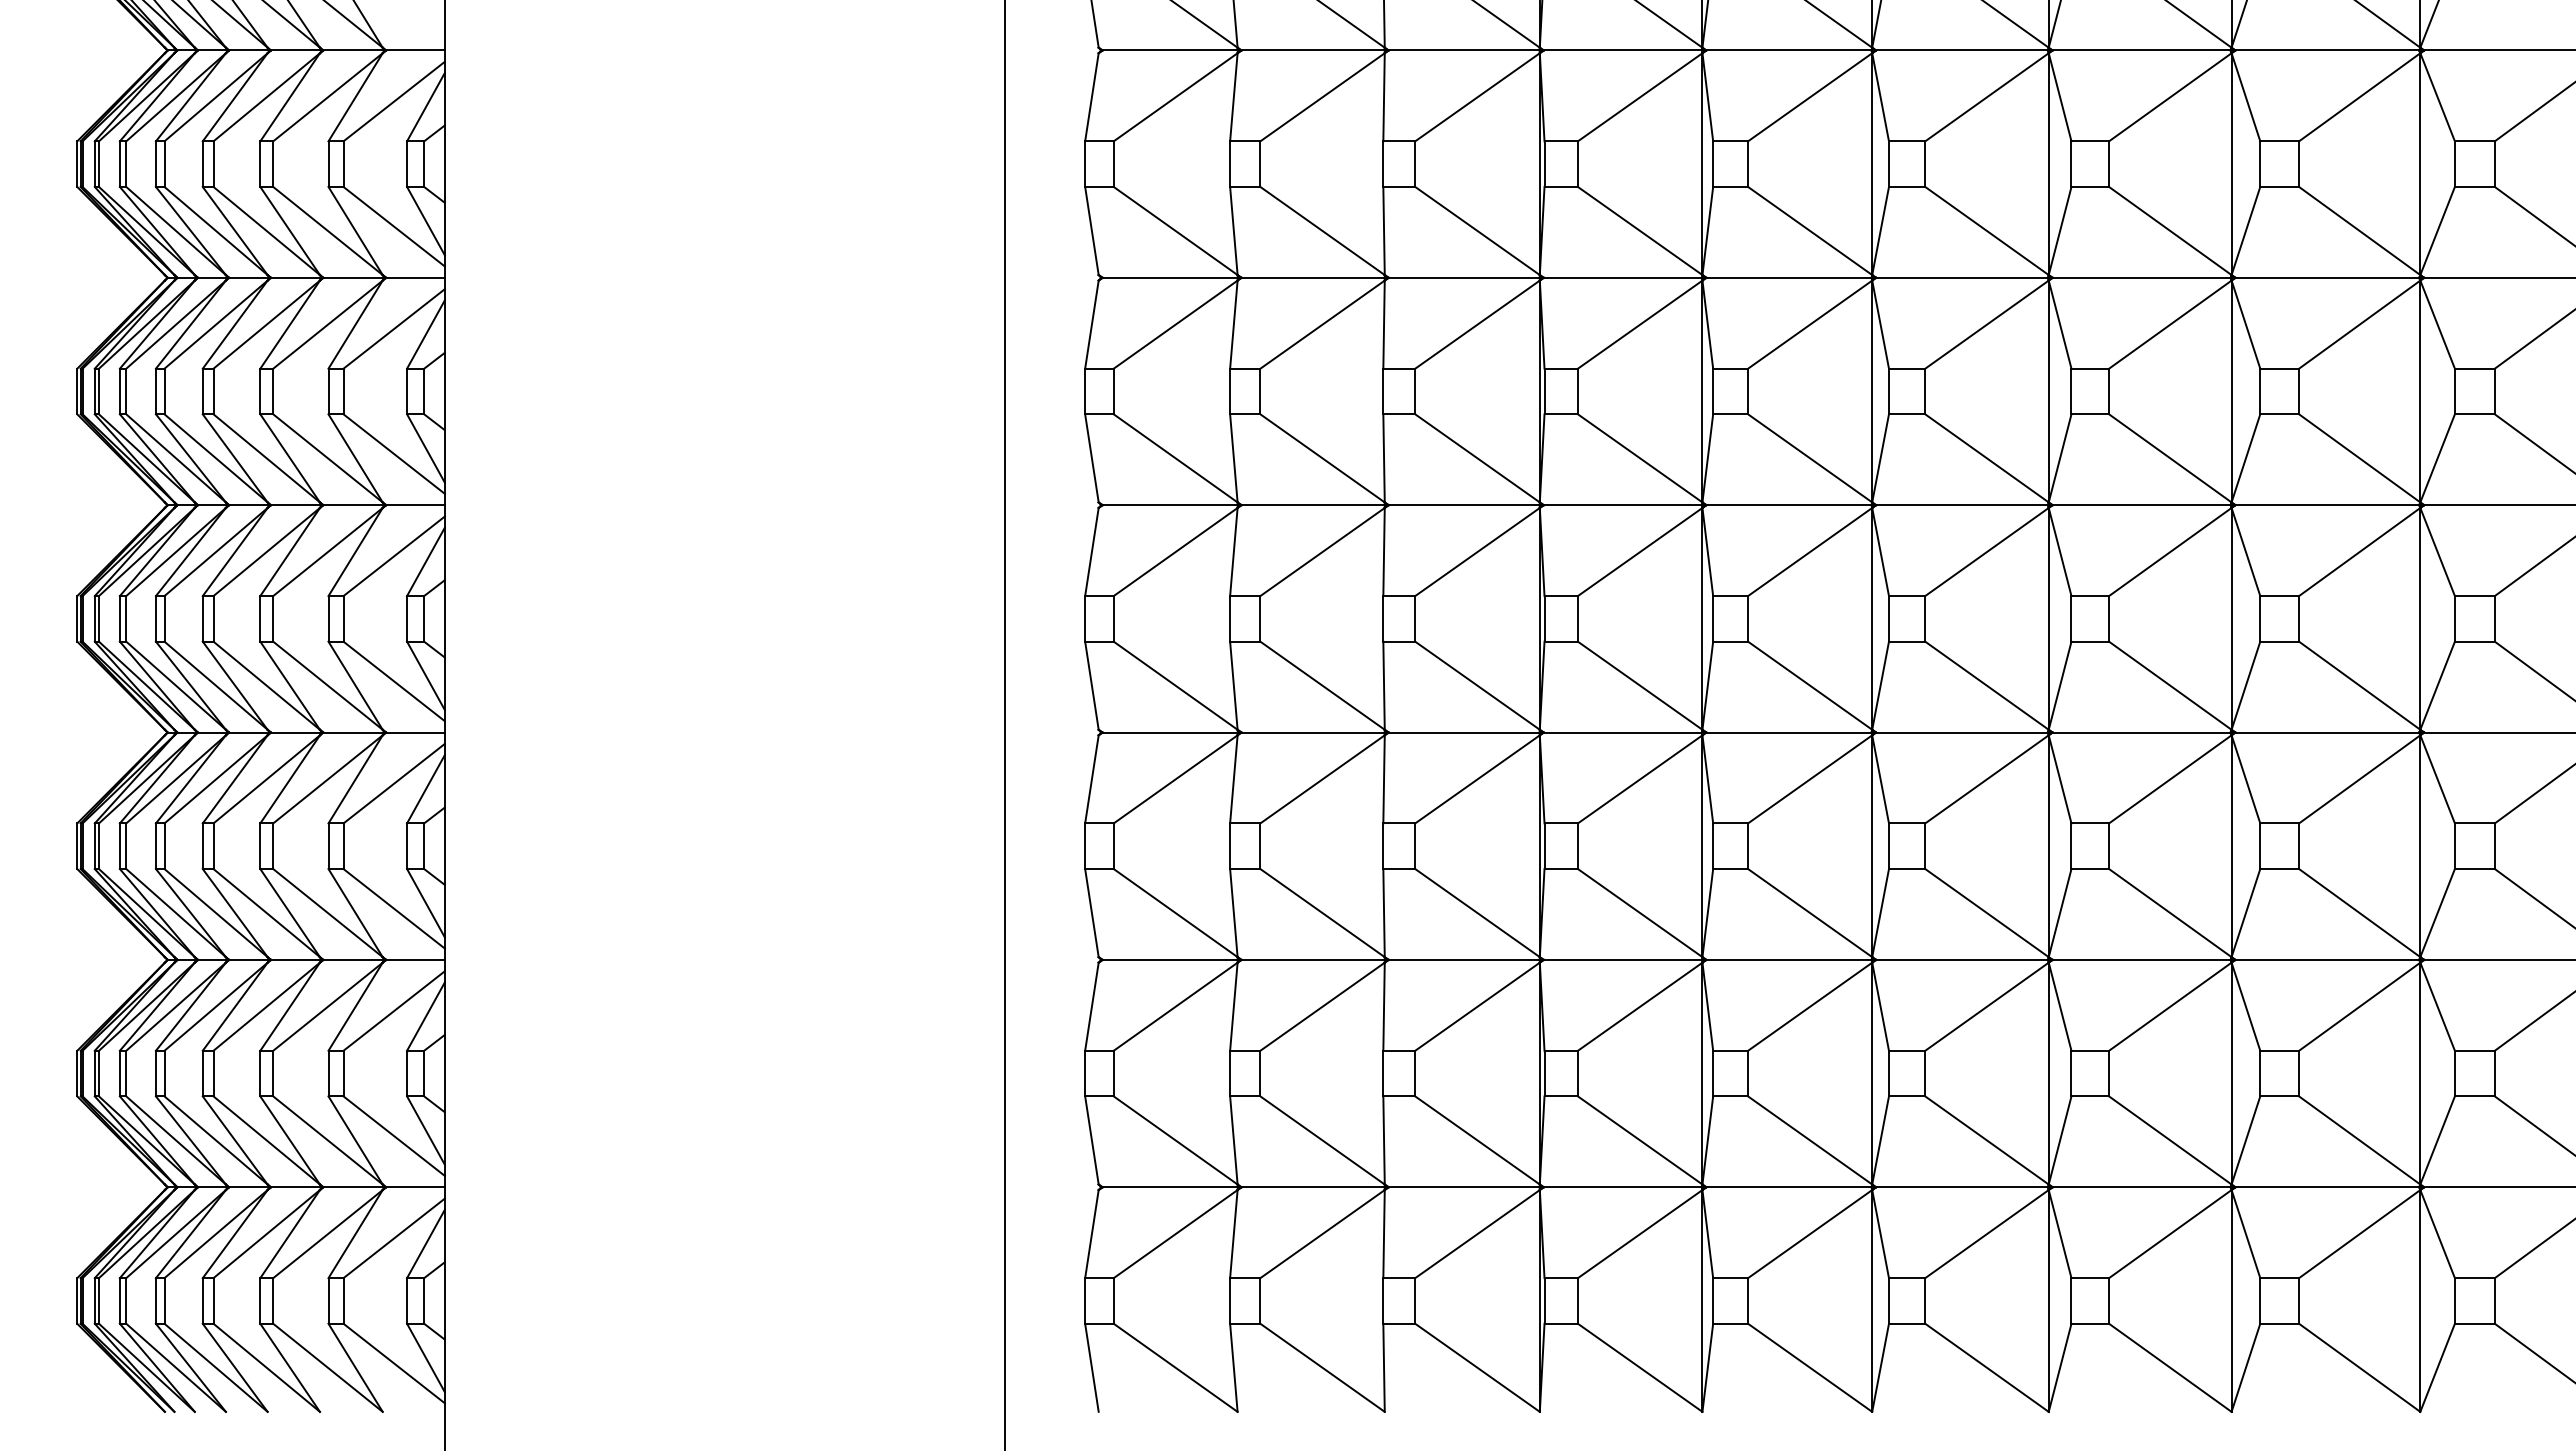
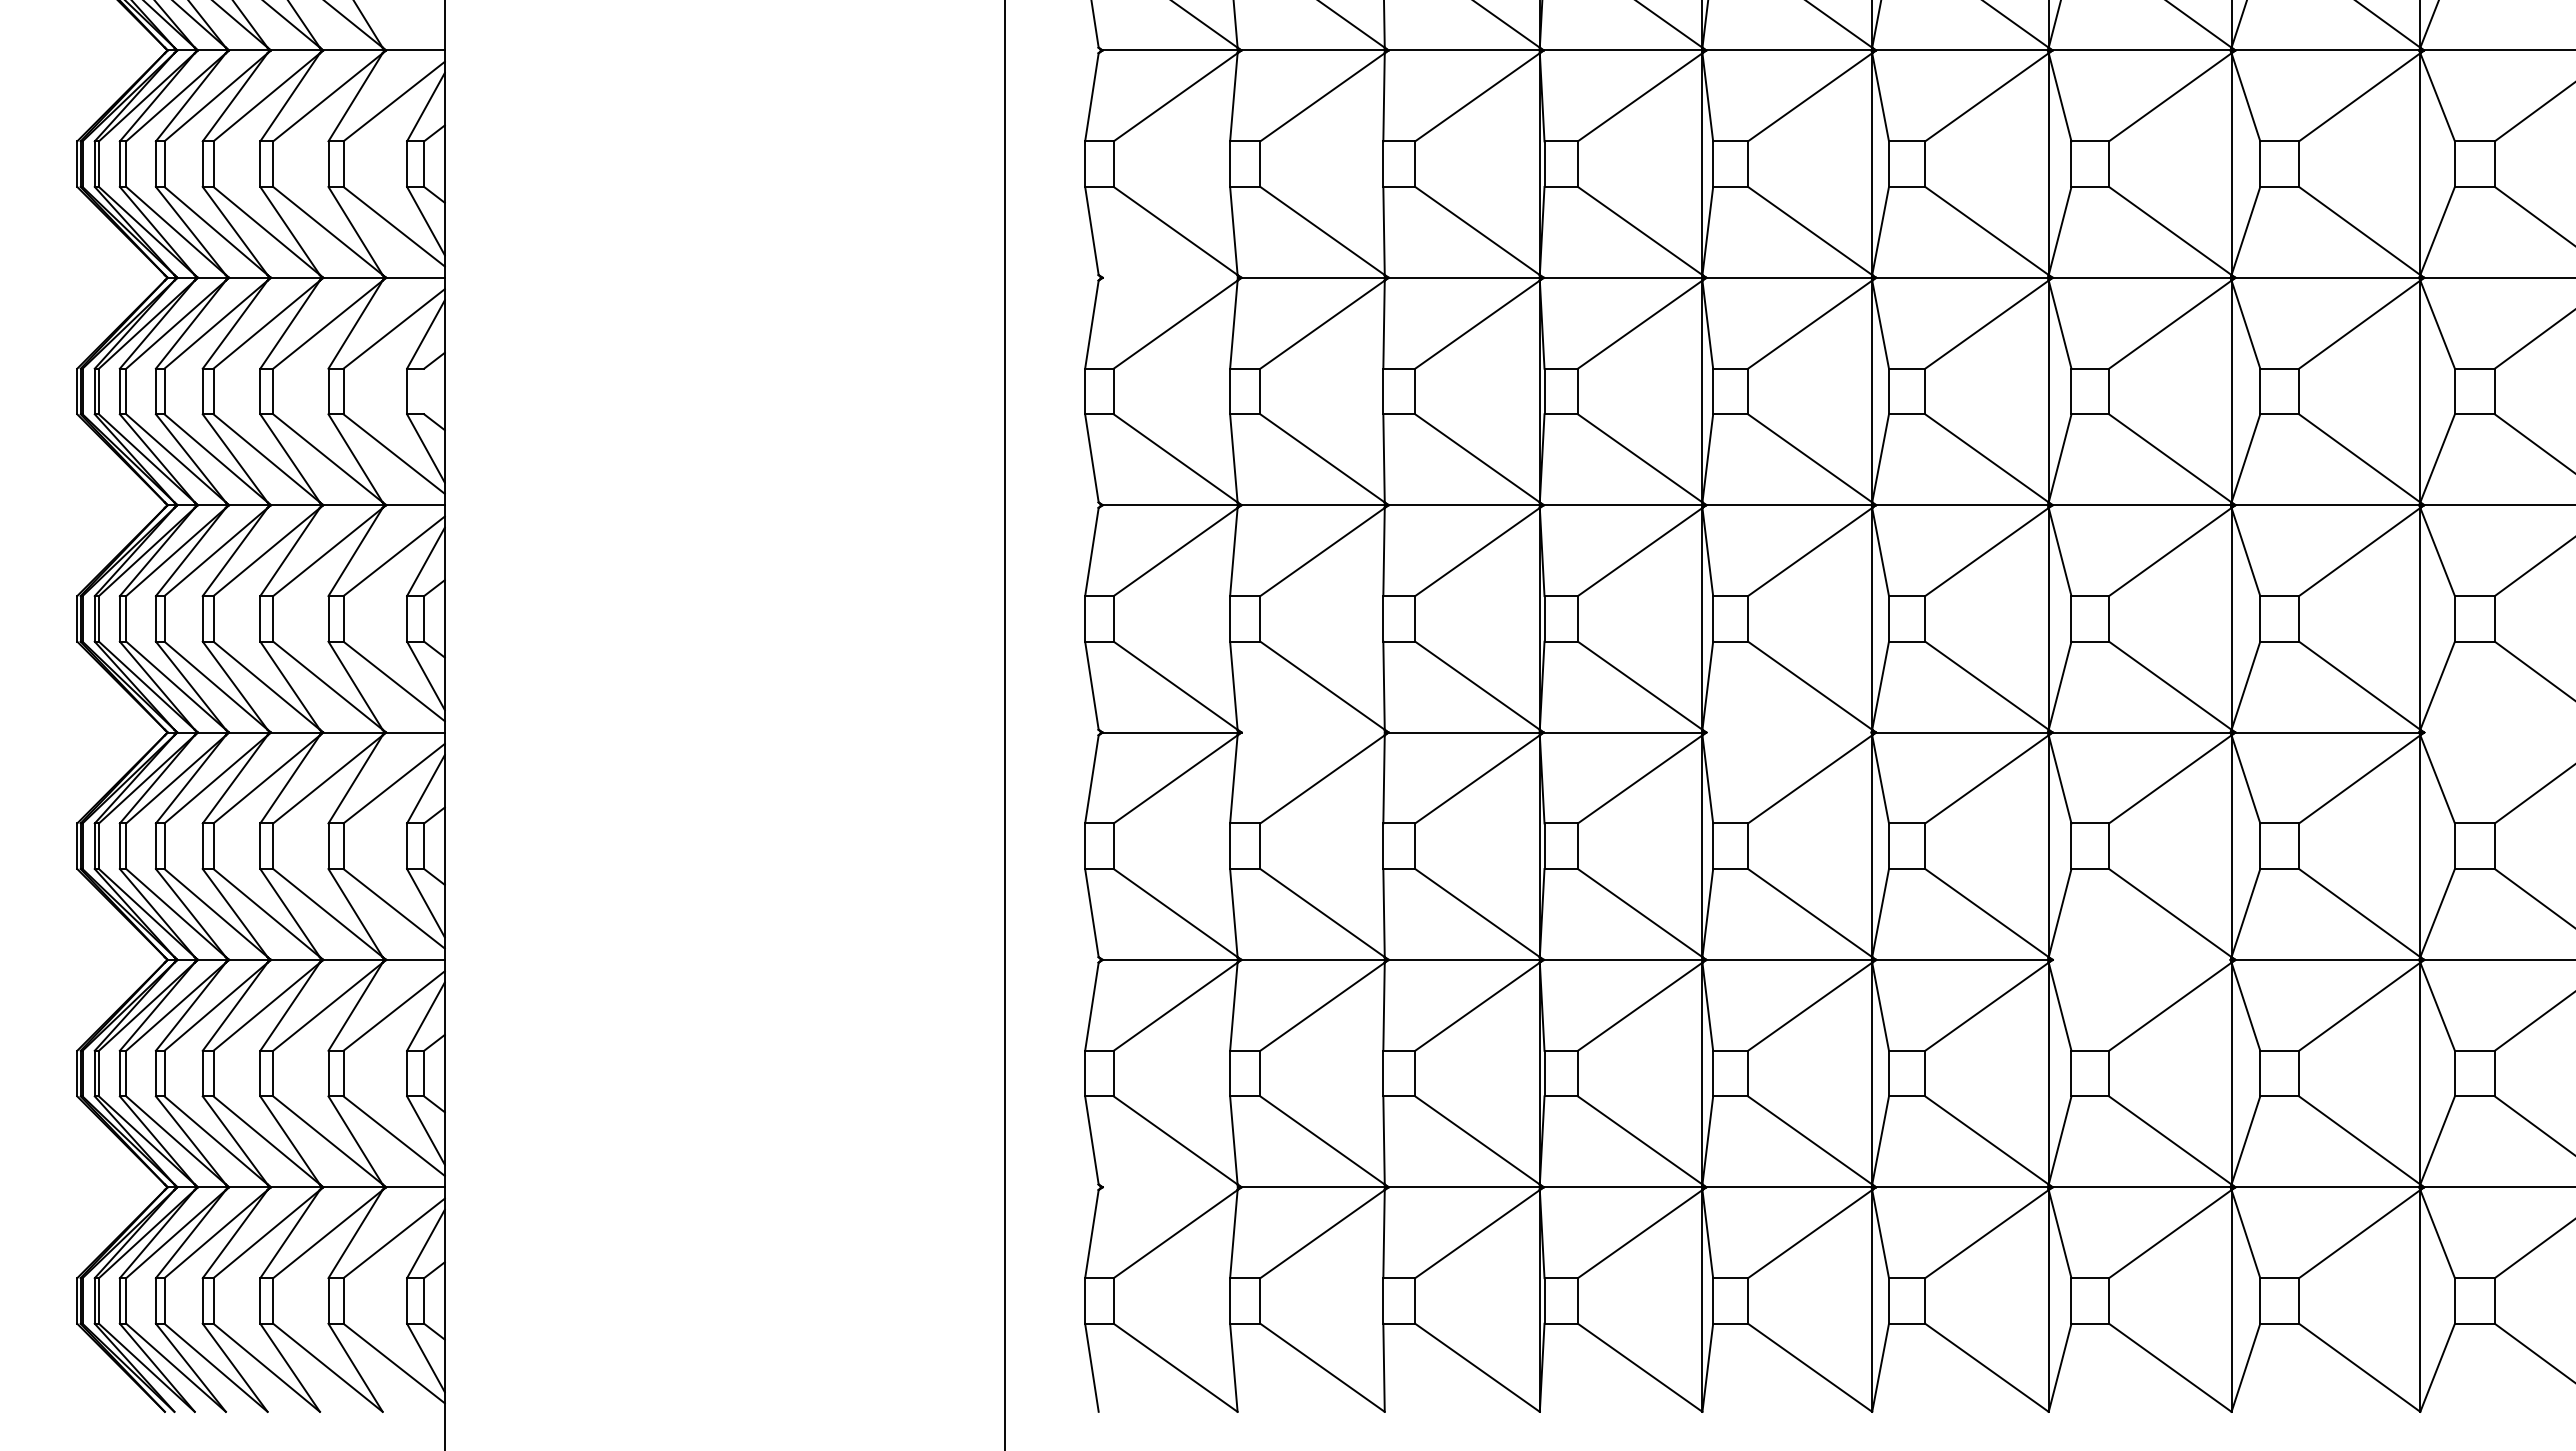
line at (1169, 277): present -> none
line at (424, 391): present -> none
line at (1312, 732): present -> none
line at (1788, 732): present -> none
line at (2498, 732): present -> none
line at (2141, 959): present -> none
line at (1169, 1187): present -> none
